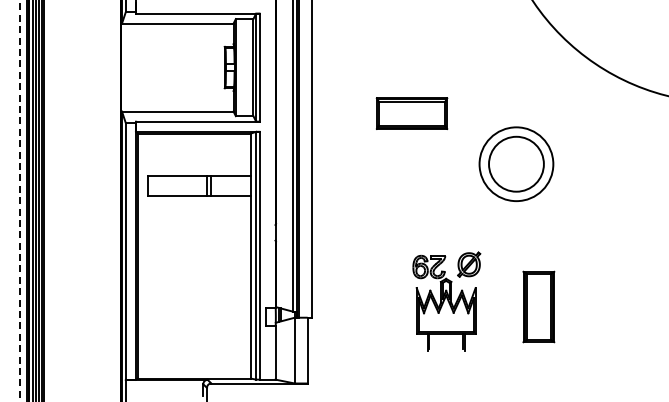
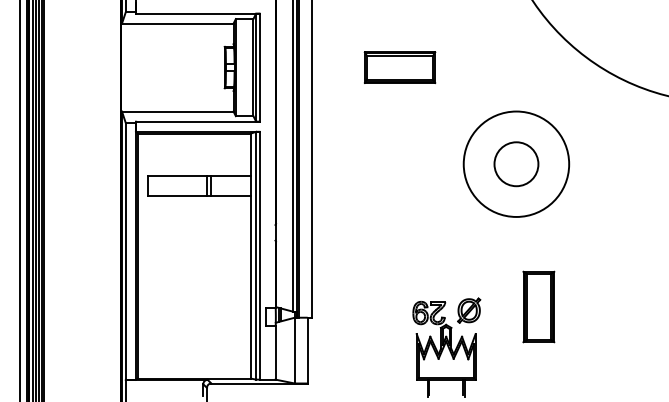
part at (411, 113) position: (411, 113) -> (399, 67)
circle at (516, 163) diameter: 55 px -> 44 px
circle at (516, 164) diameter: 74 px -> 105 px
line at (20, 200): dashed -> solid
part at (446, 301) position: (446, 301) -> (446, 347)
